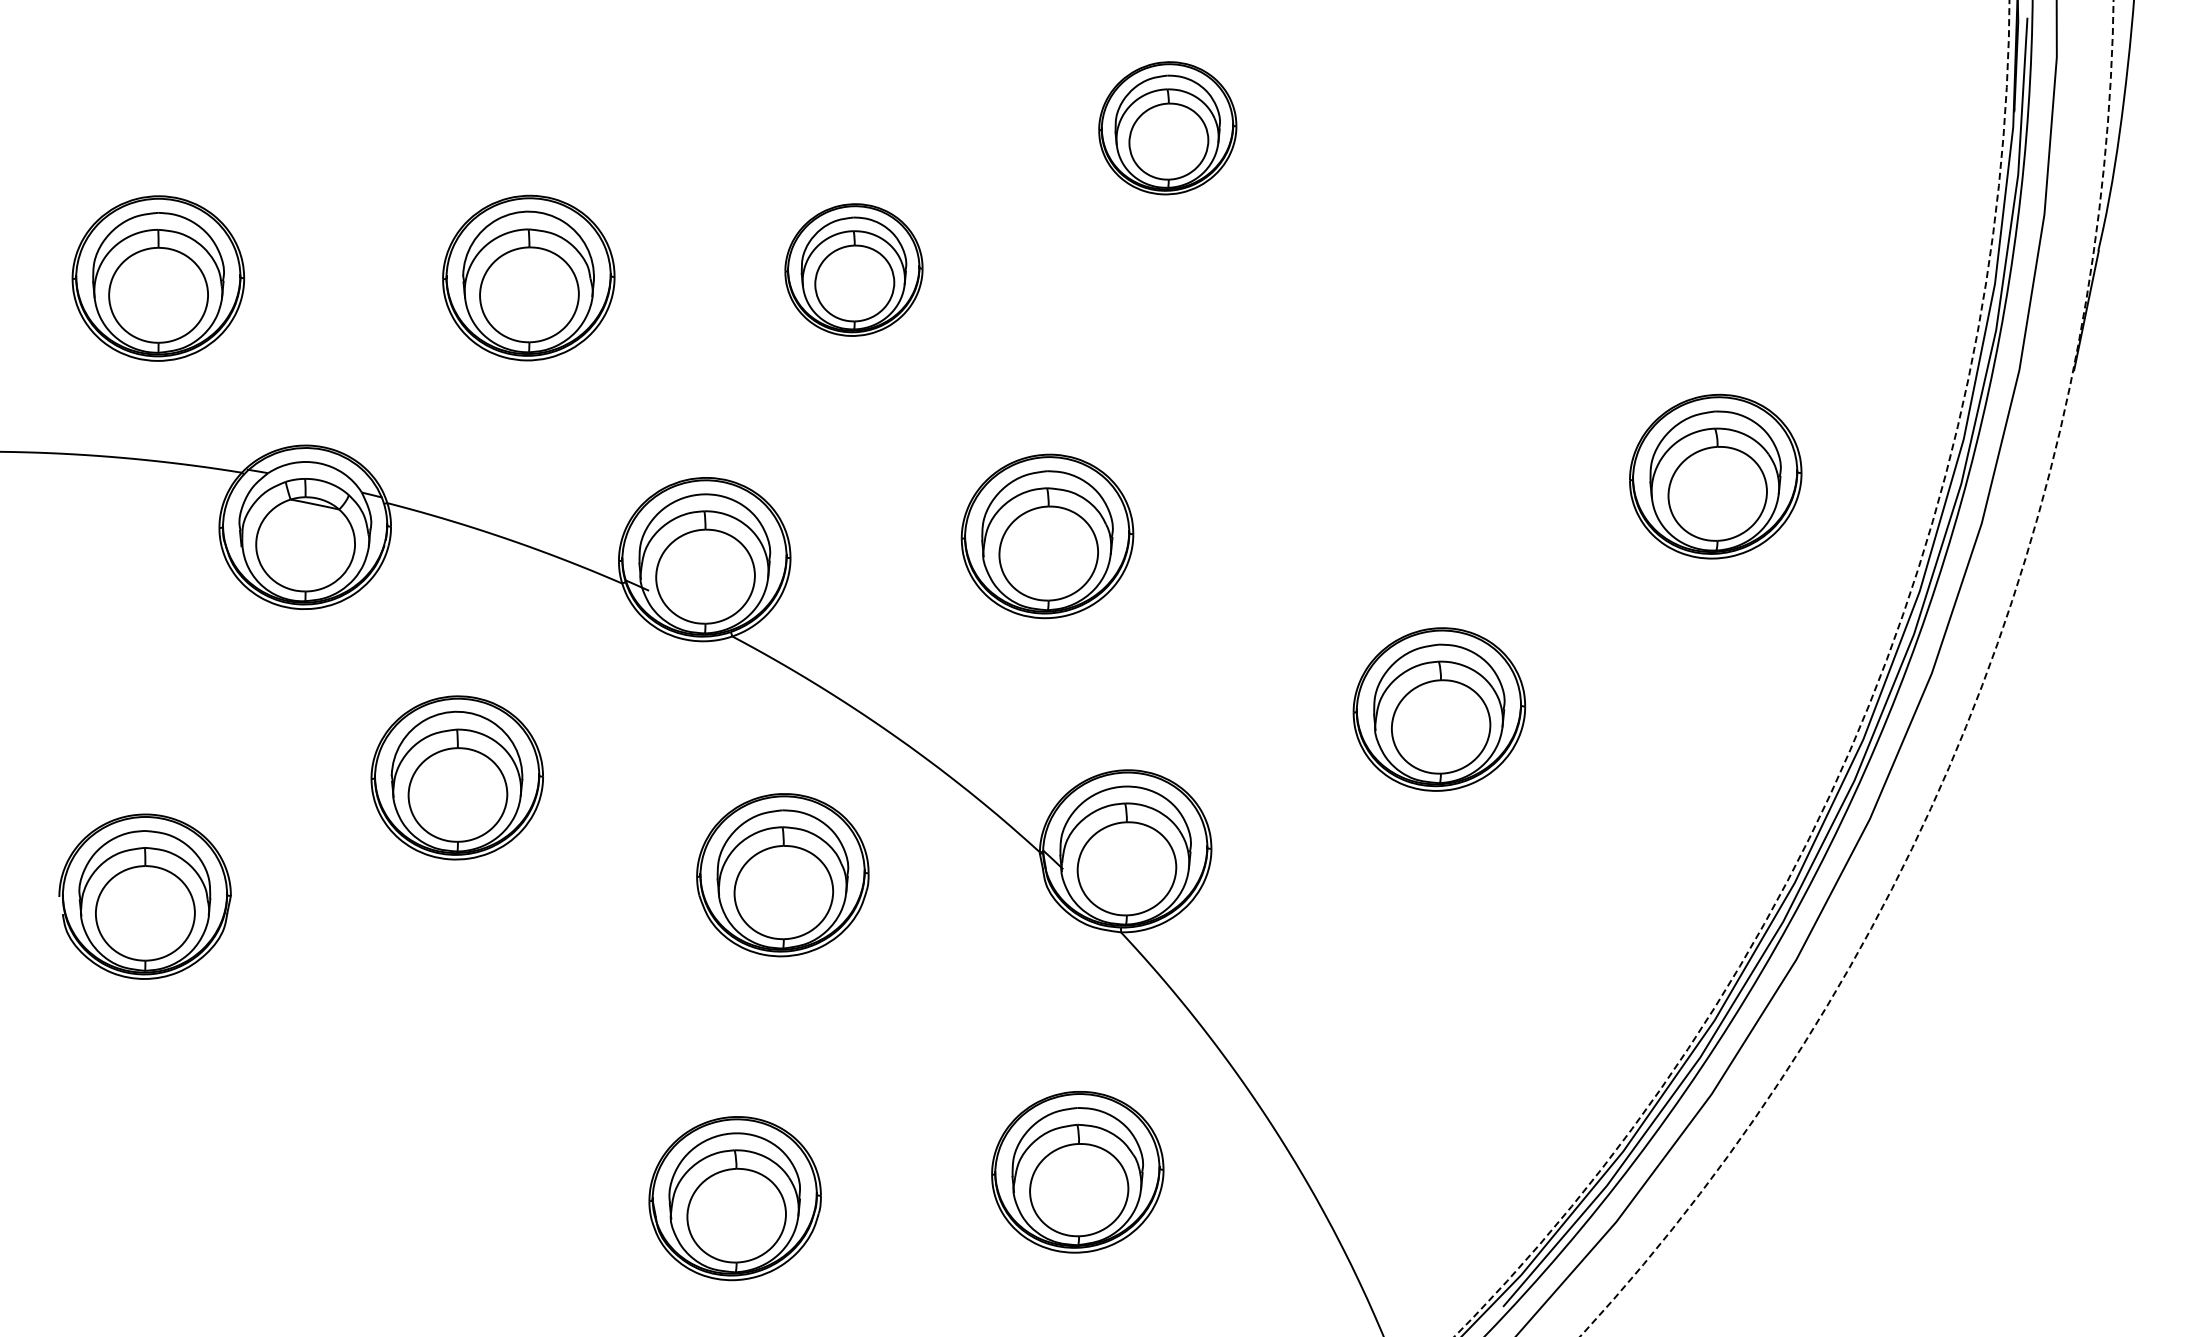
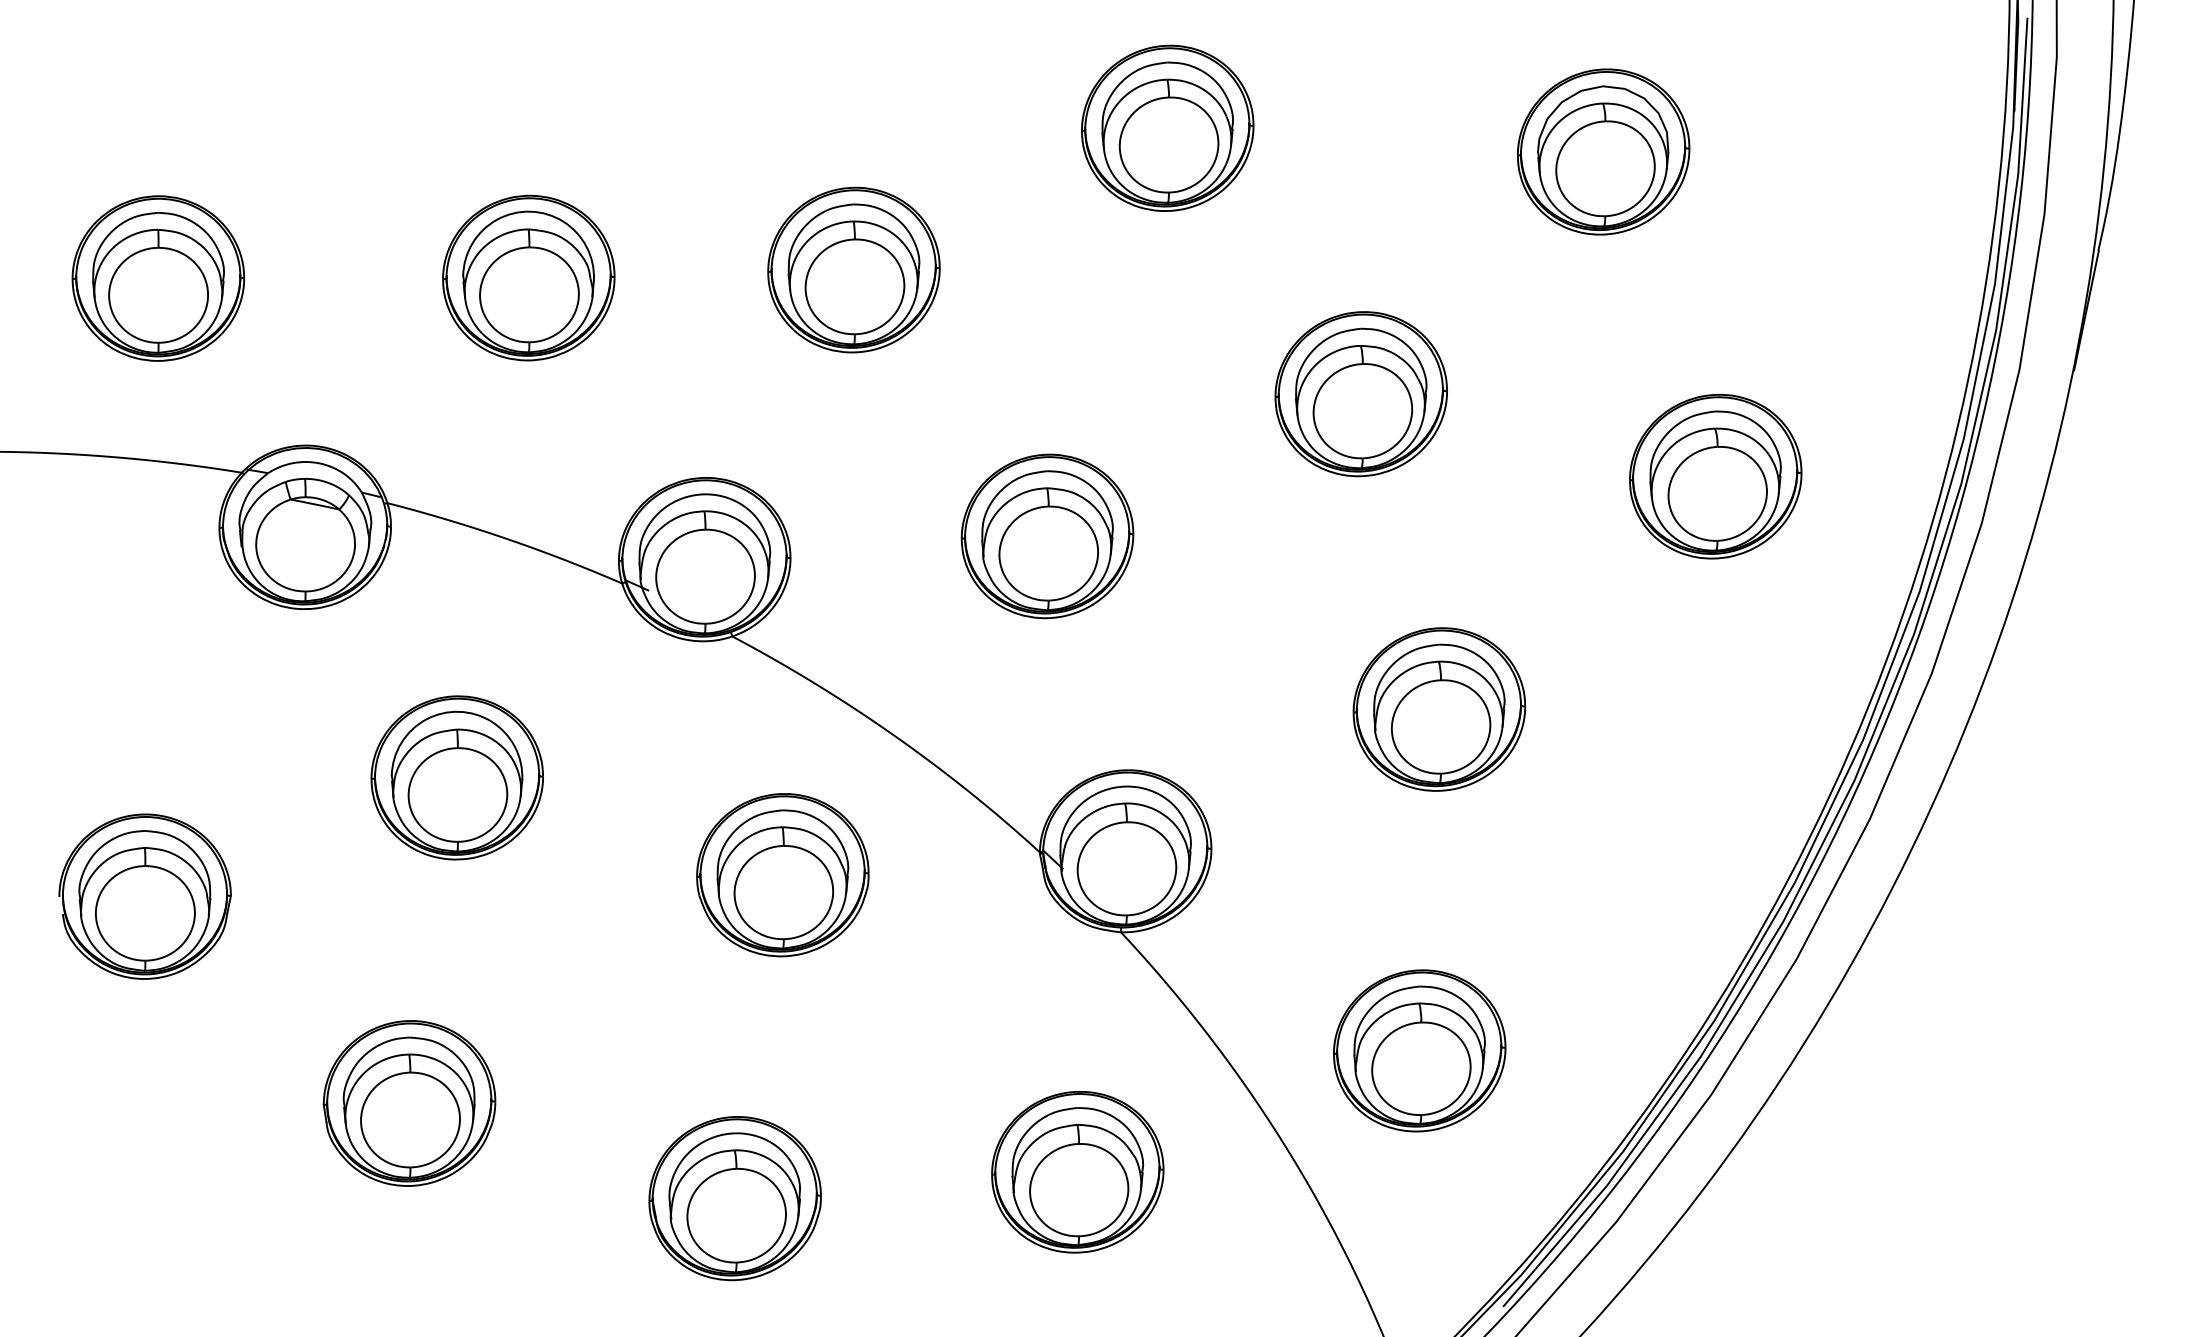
part at (1167, 128) size: 140x135 px -> 174x168 px
part at (1603, 151): none -> present
part at (853, 269) size: 140x134 px -> 174x168 px
part at (1360, 394): none -> present
arc at (1969, 717): dashed -> solid
arc at (1861, 723): dashed -> solid
part at (1419, 1050): none -> present
part at (409, 1103): none -> present
